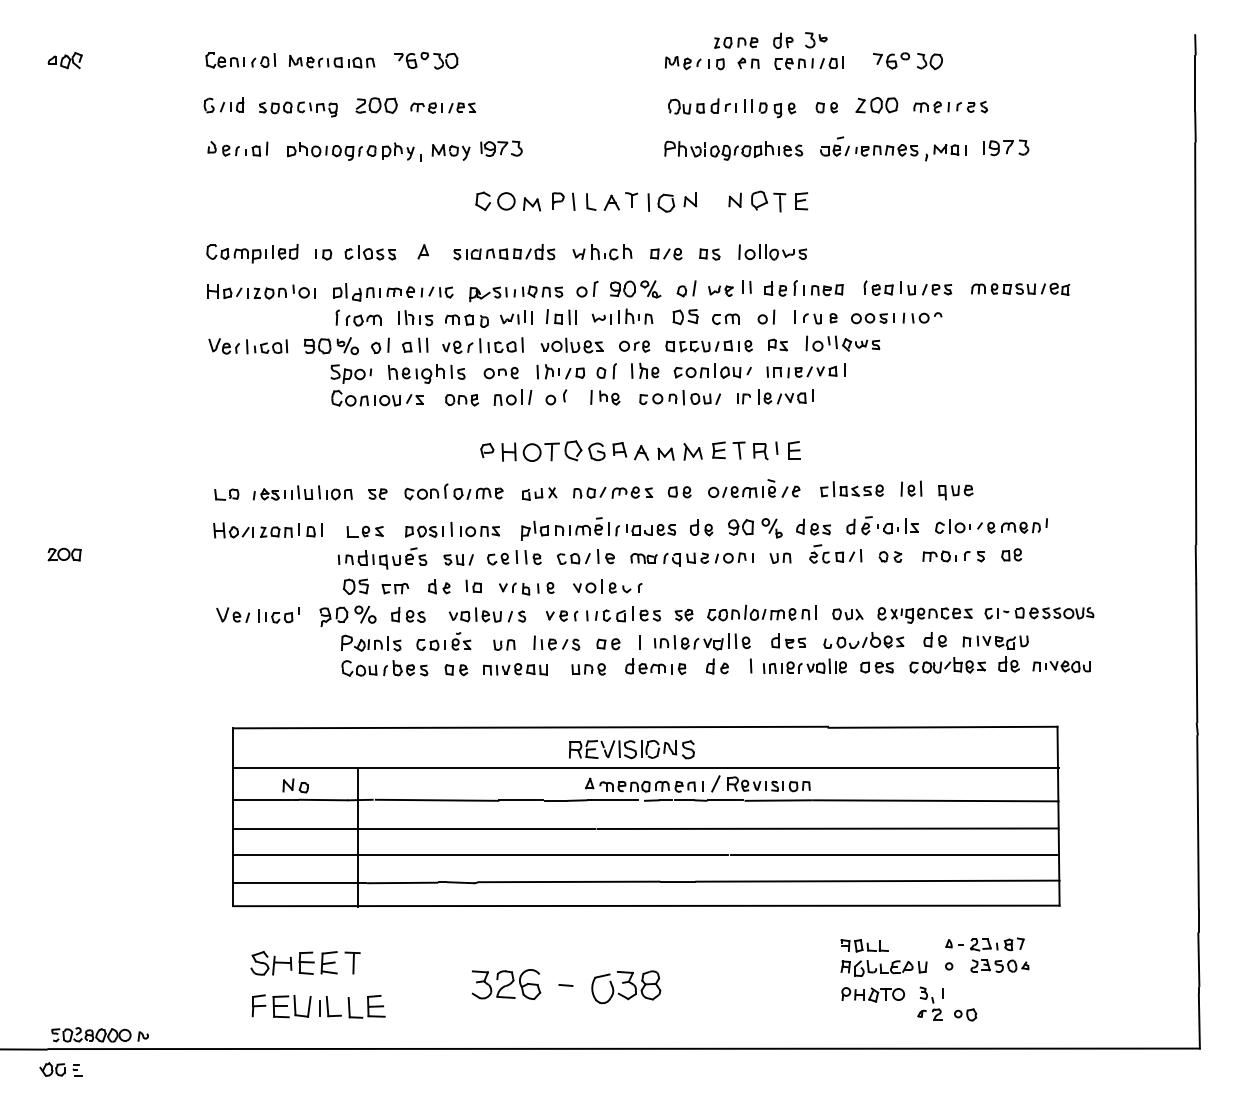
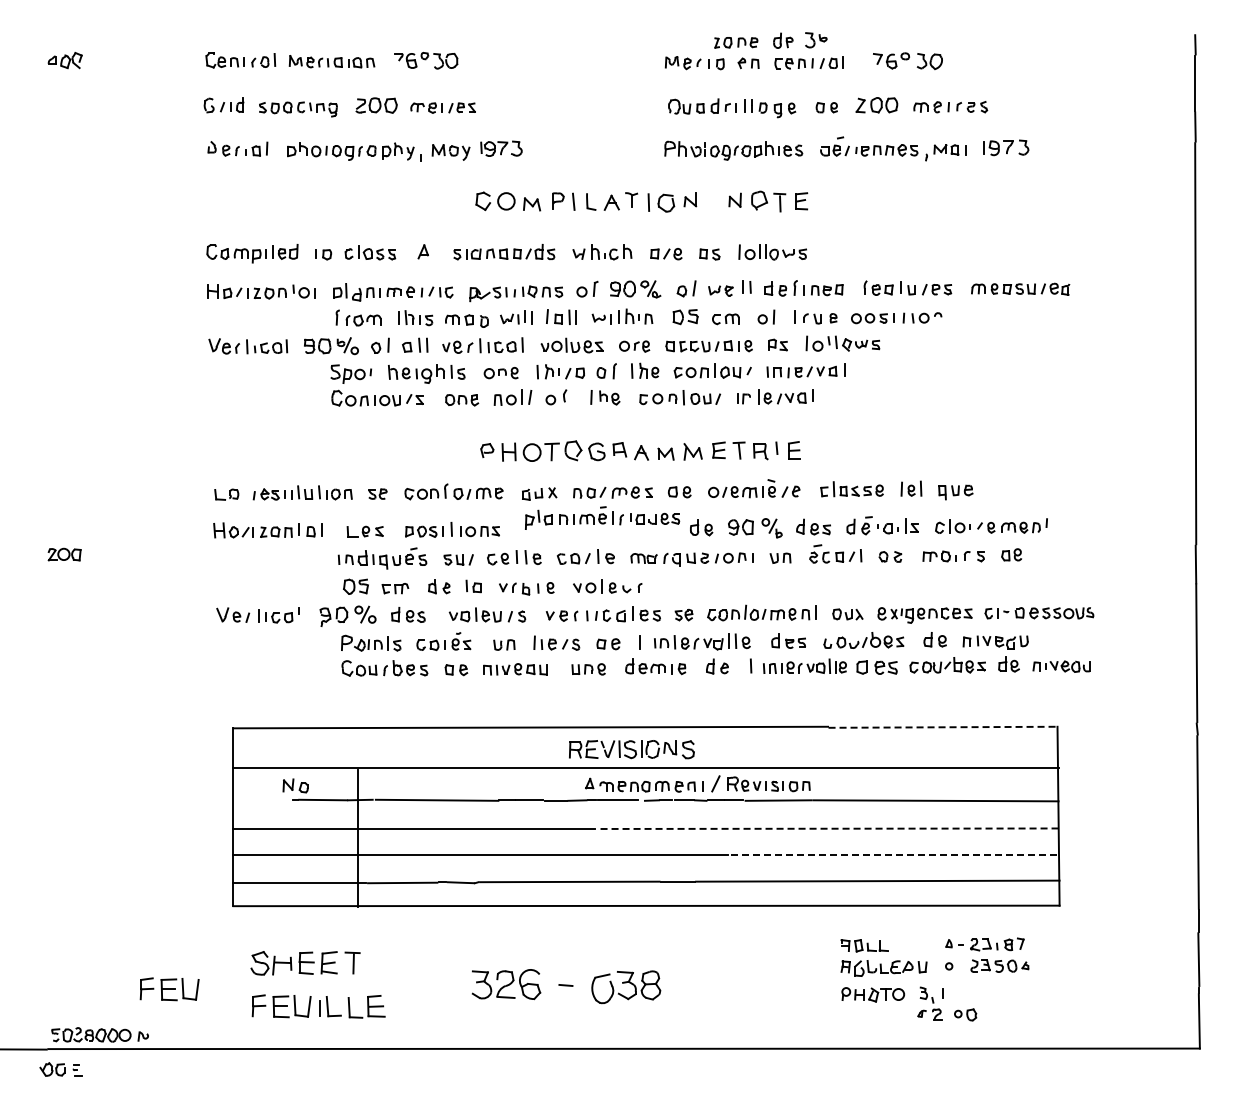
part at (598, 528) position: (598, 528) -> (602, 517)
part at (876, 667) size: 34x13 px -> 42x15 px
line at (943, 727): solid -> dashed
line at (262, 799): present -> none
line at (828, 828): solid -> dashed
line at (895, 855): solid -> dashed
part at (169, 989): none -> present
